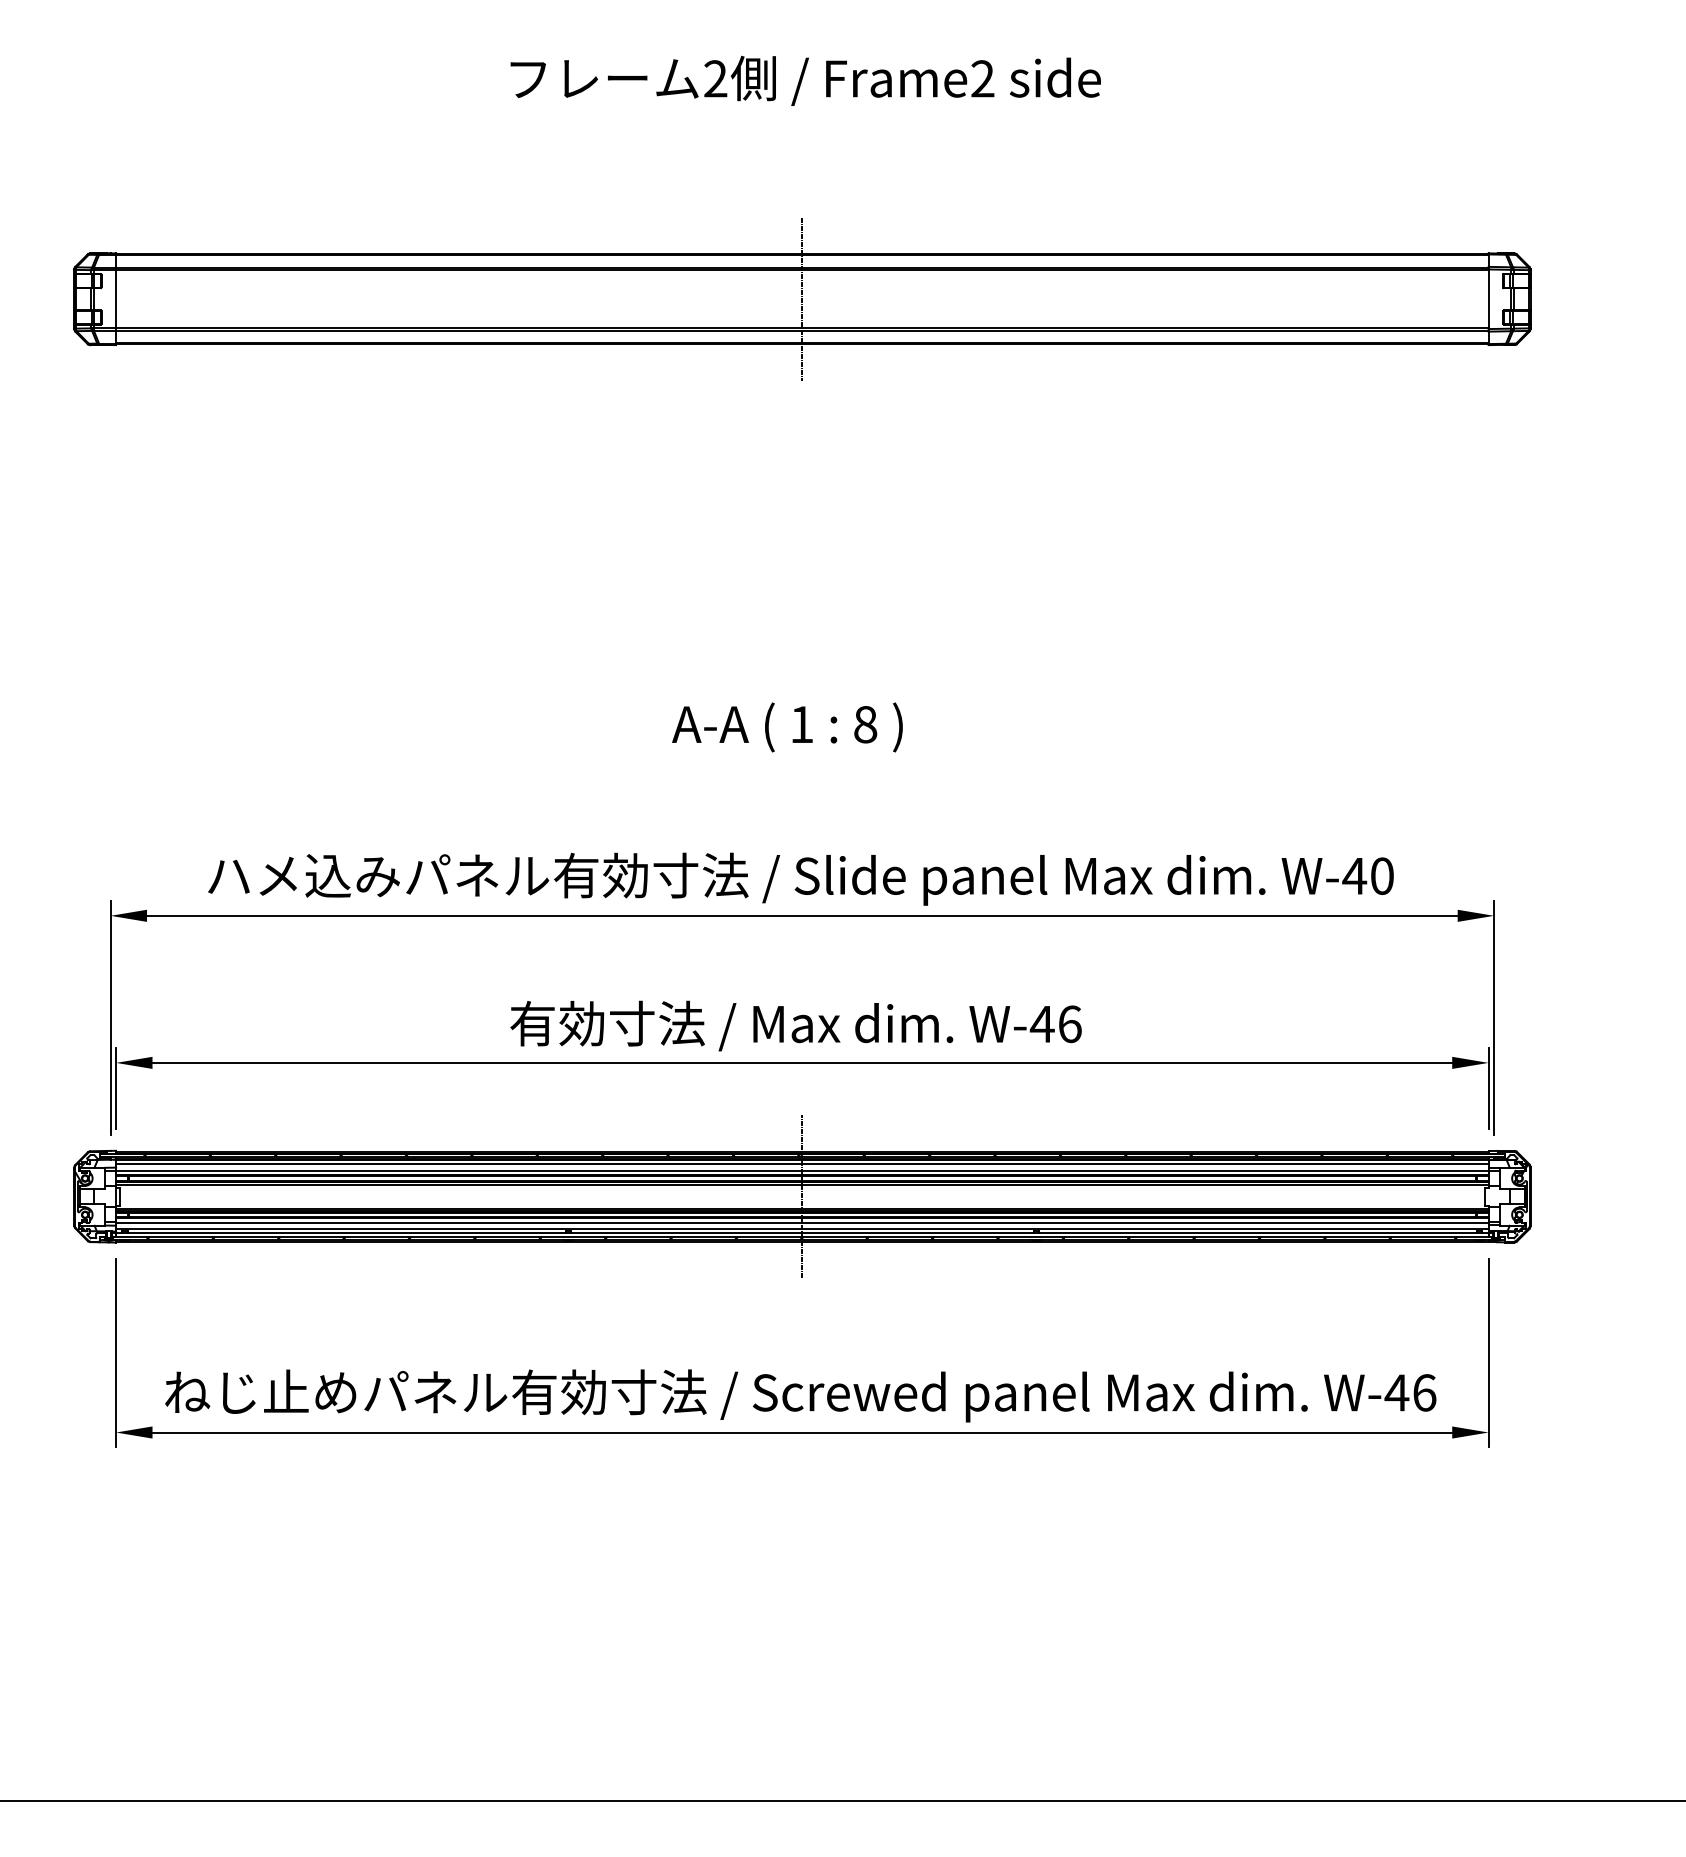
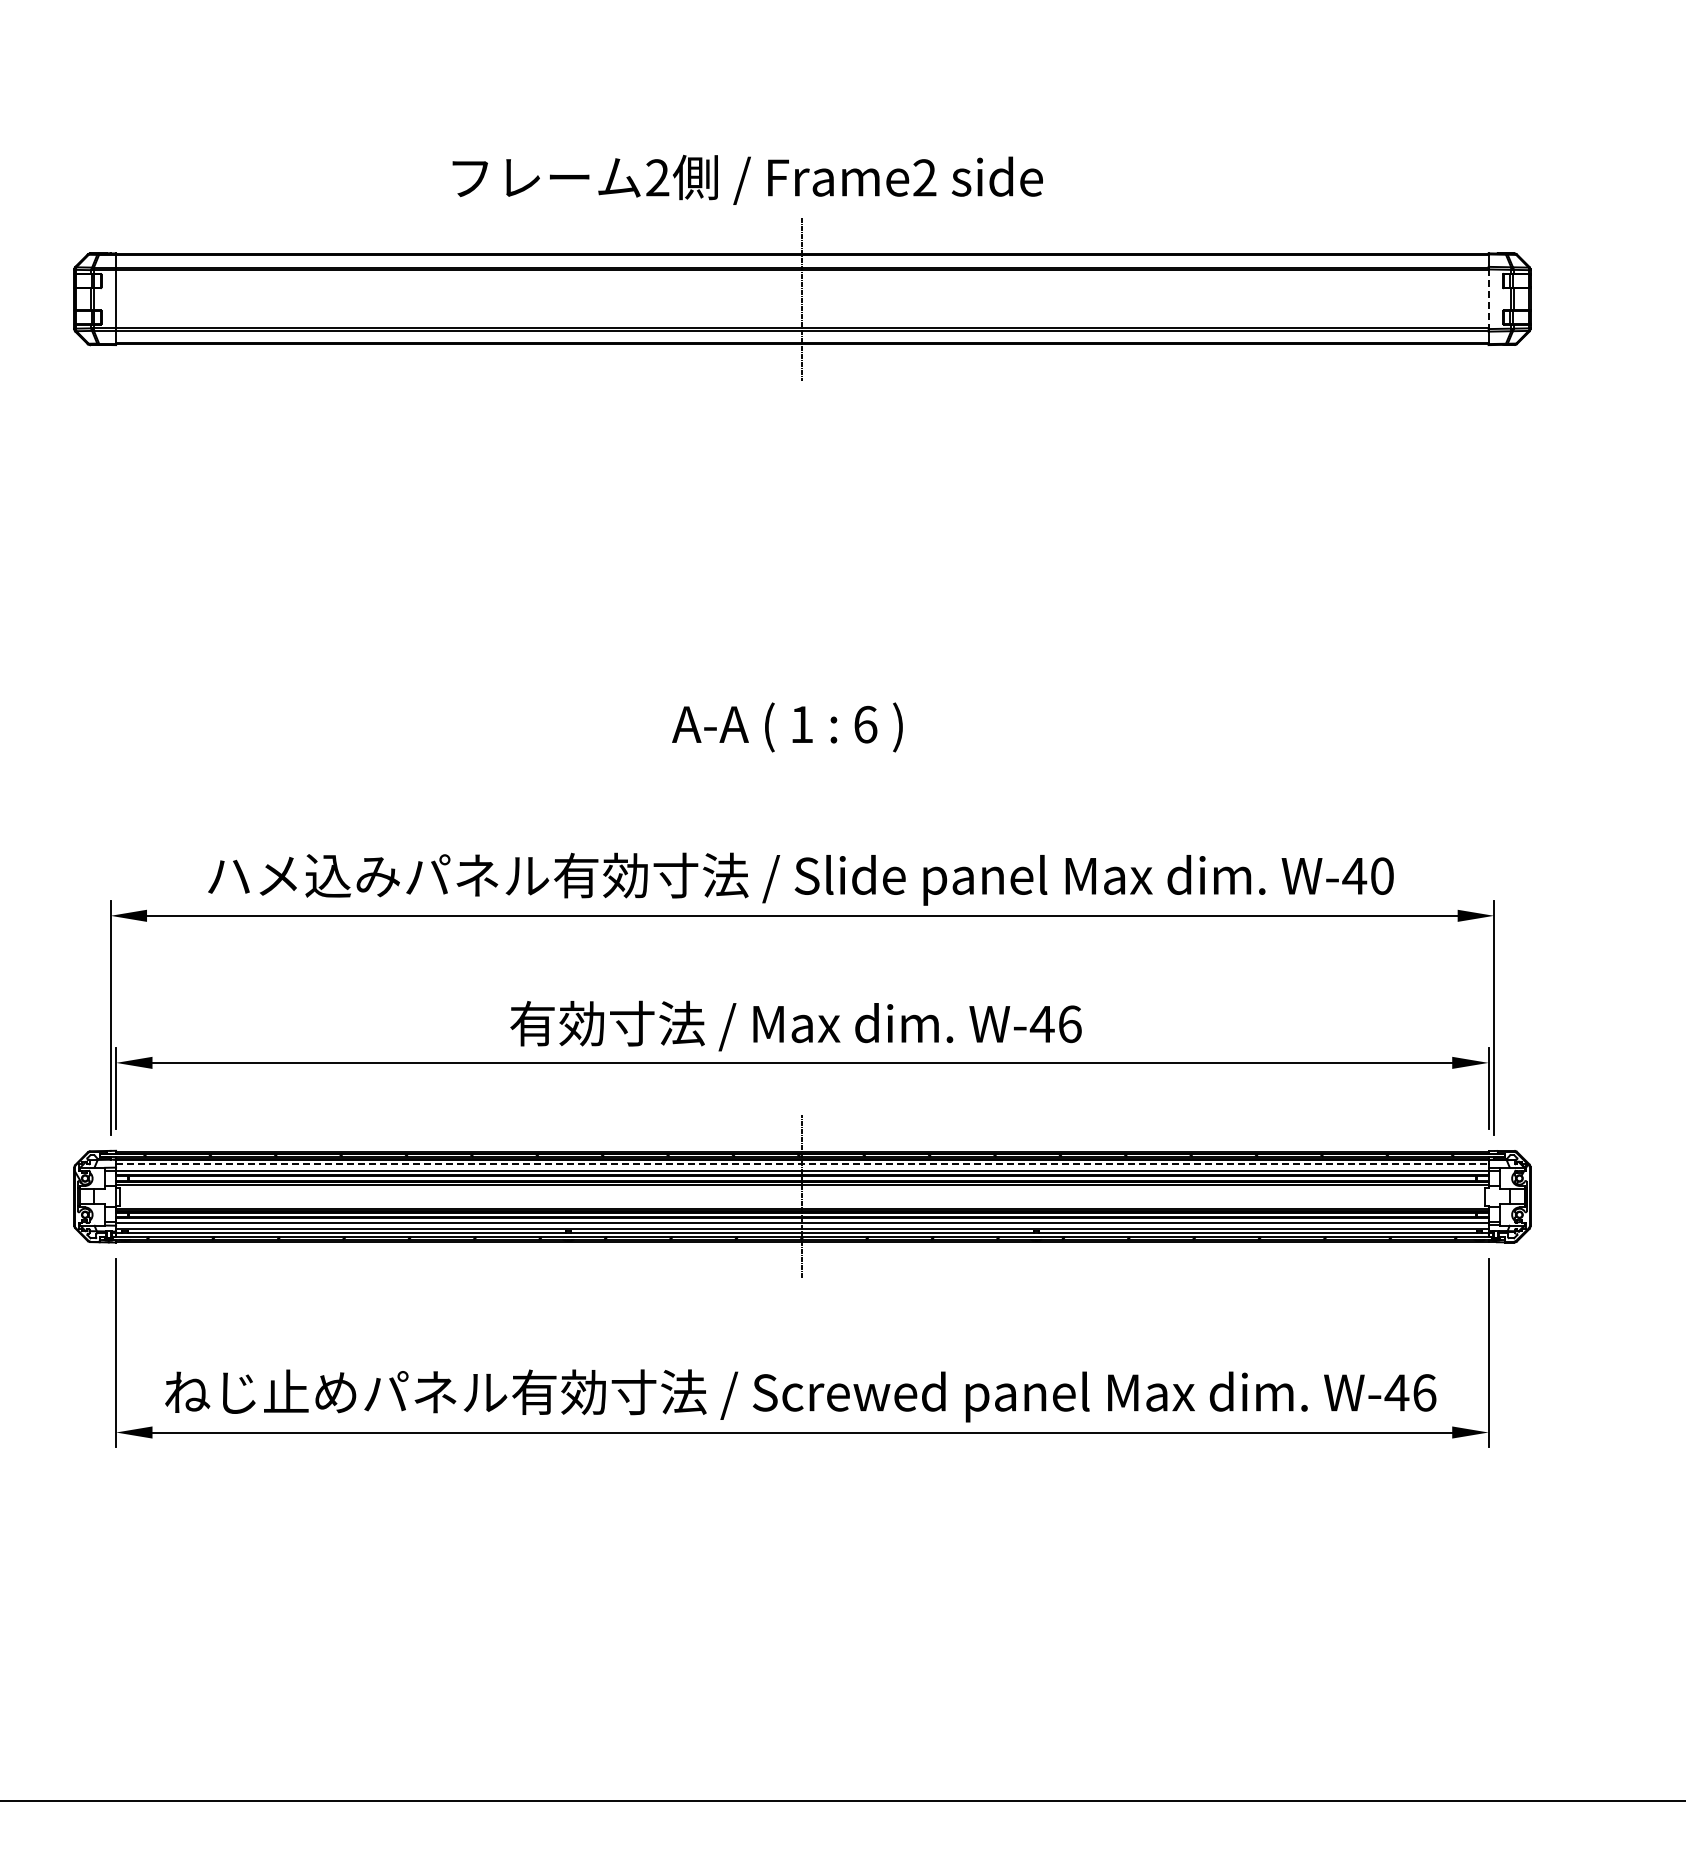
text at (805, 80) position: (805, 80) -> (747, 179)
line at (1488, 299): solid -> dashed
text at (865, 724): 8 -> 6
line at (802, 1164): solid -> dashed
